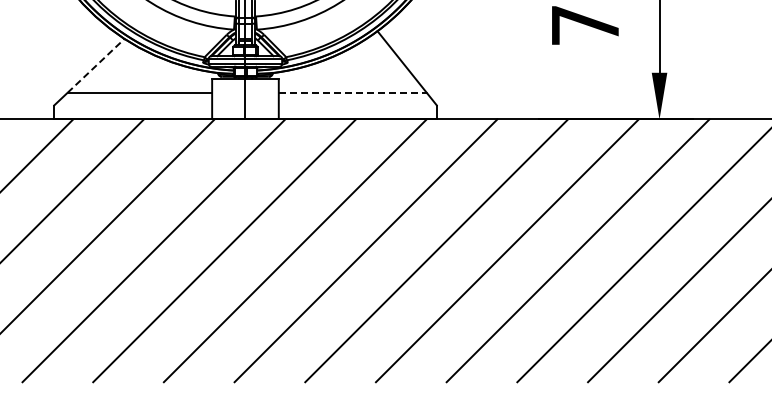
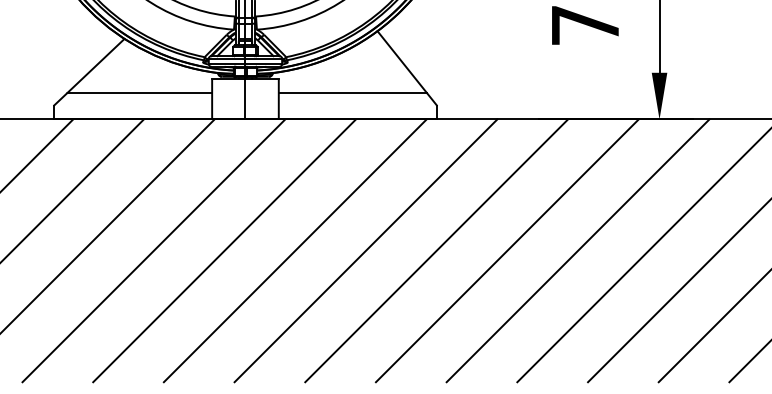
line at (96, 65): dashed -> solid
line at (352, 92): dashed -> solid
